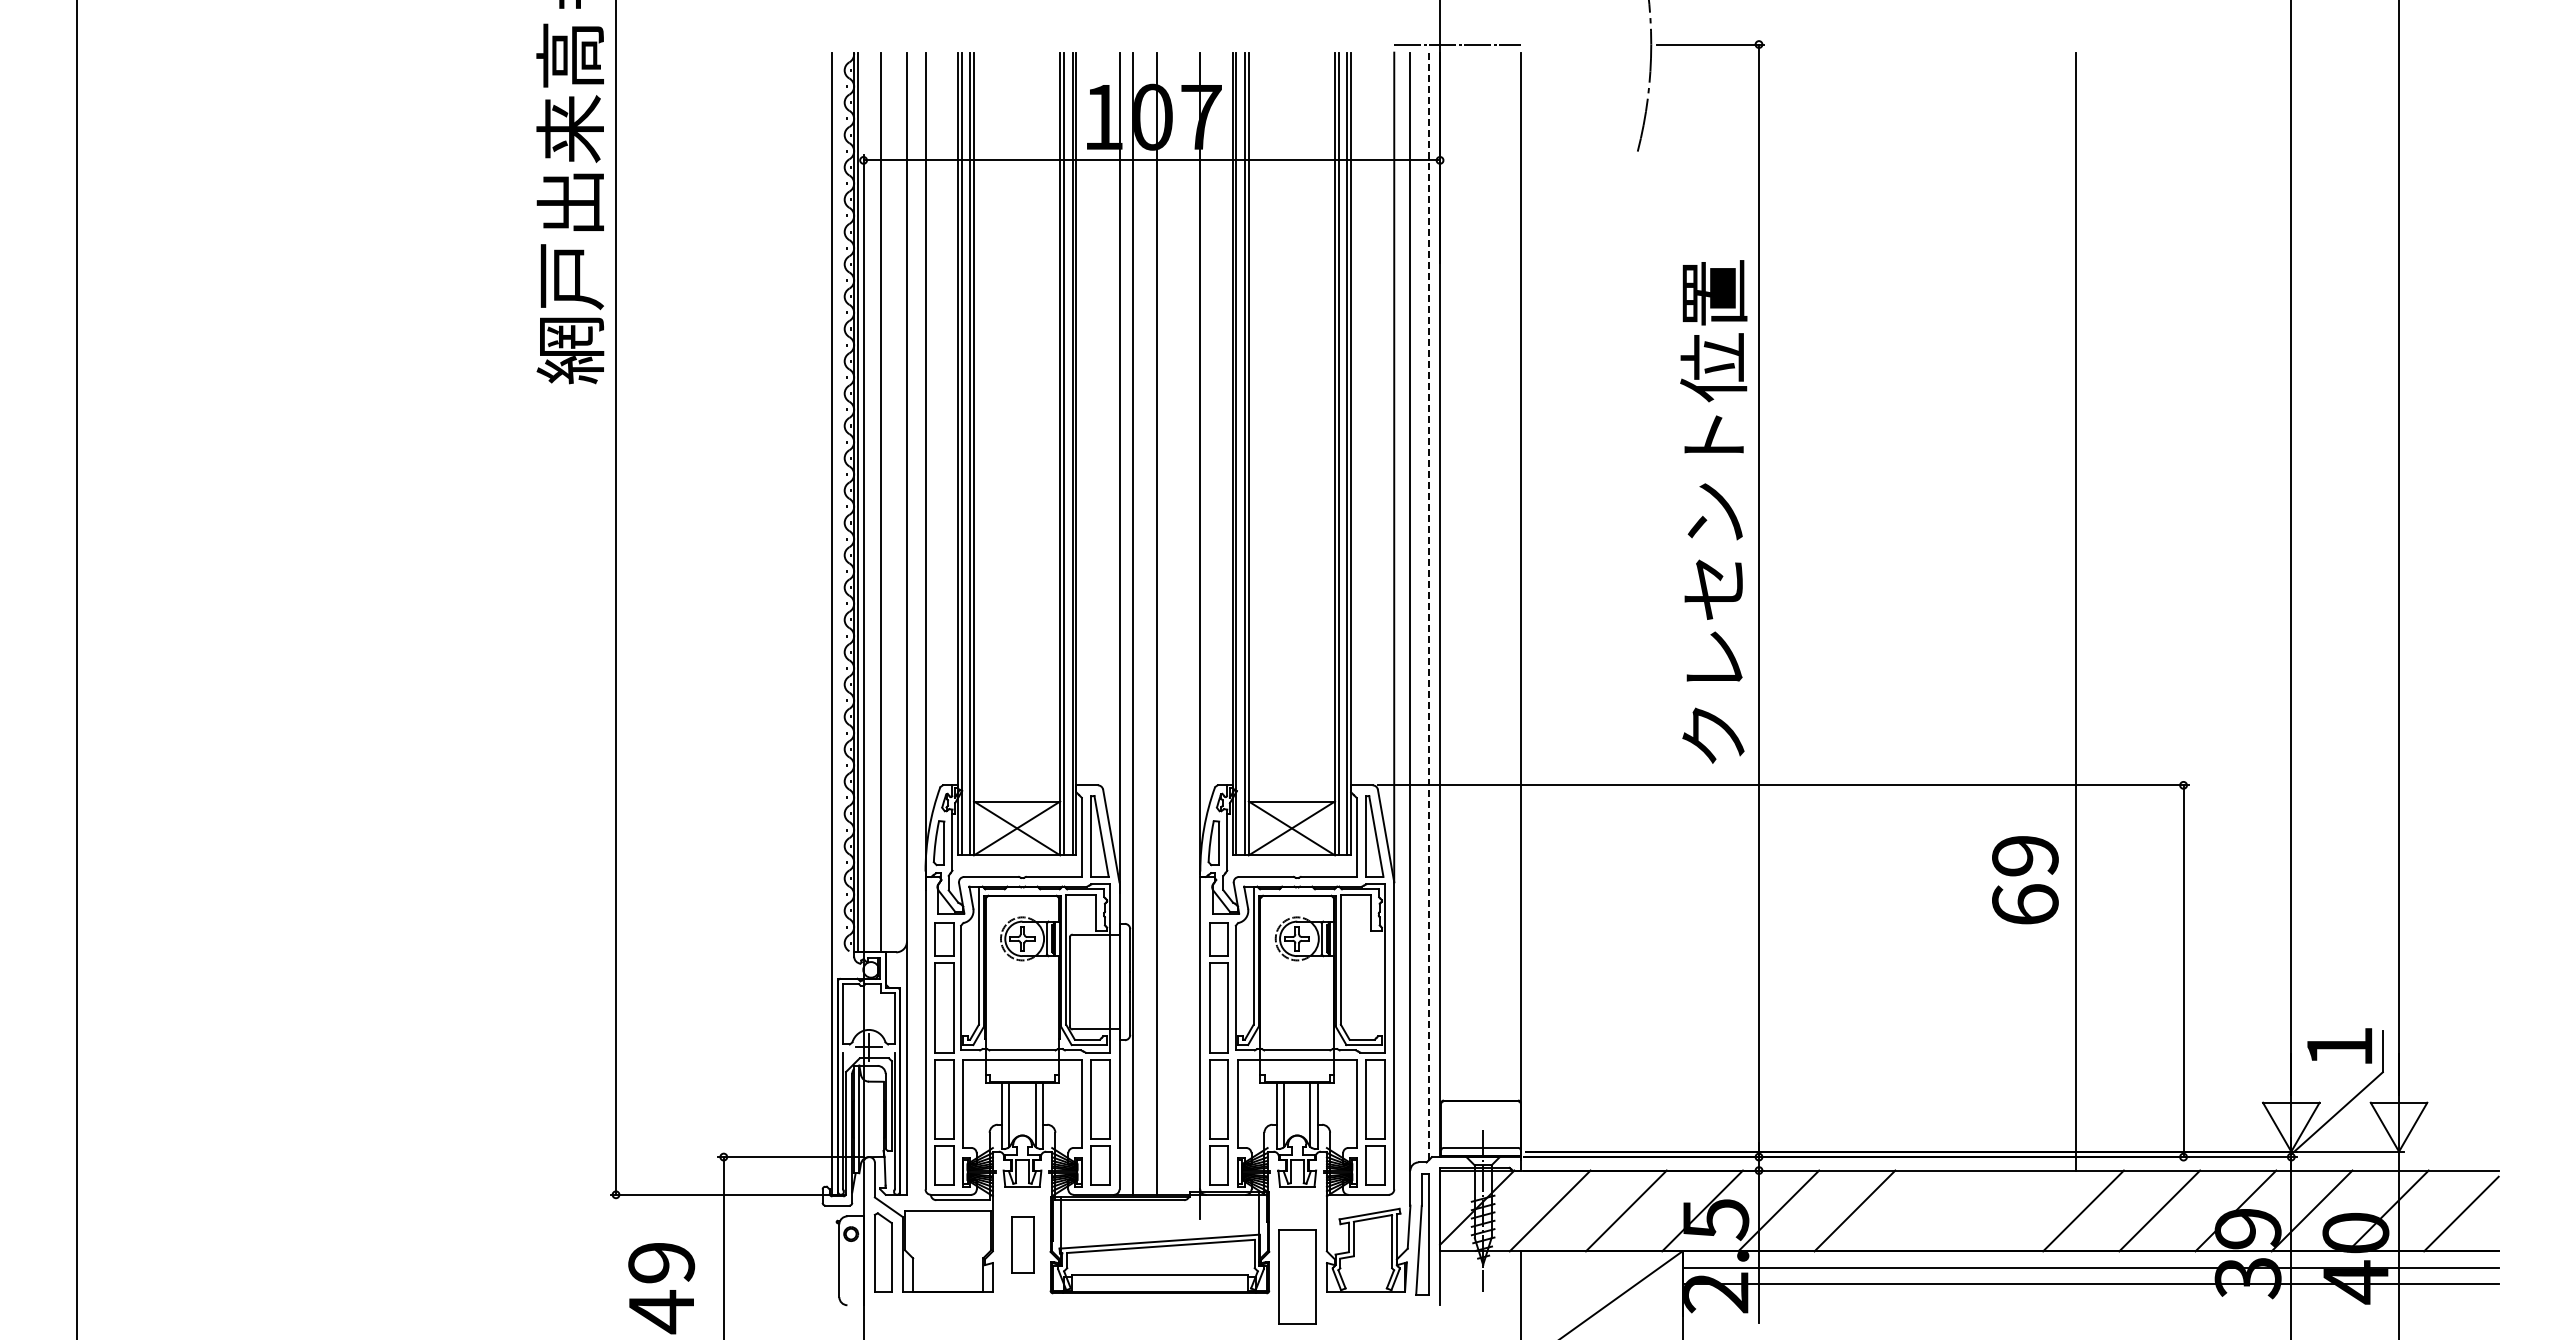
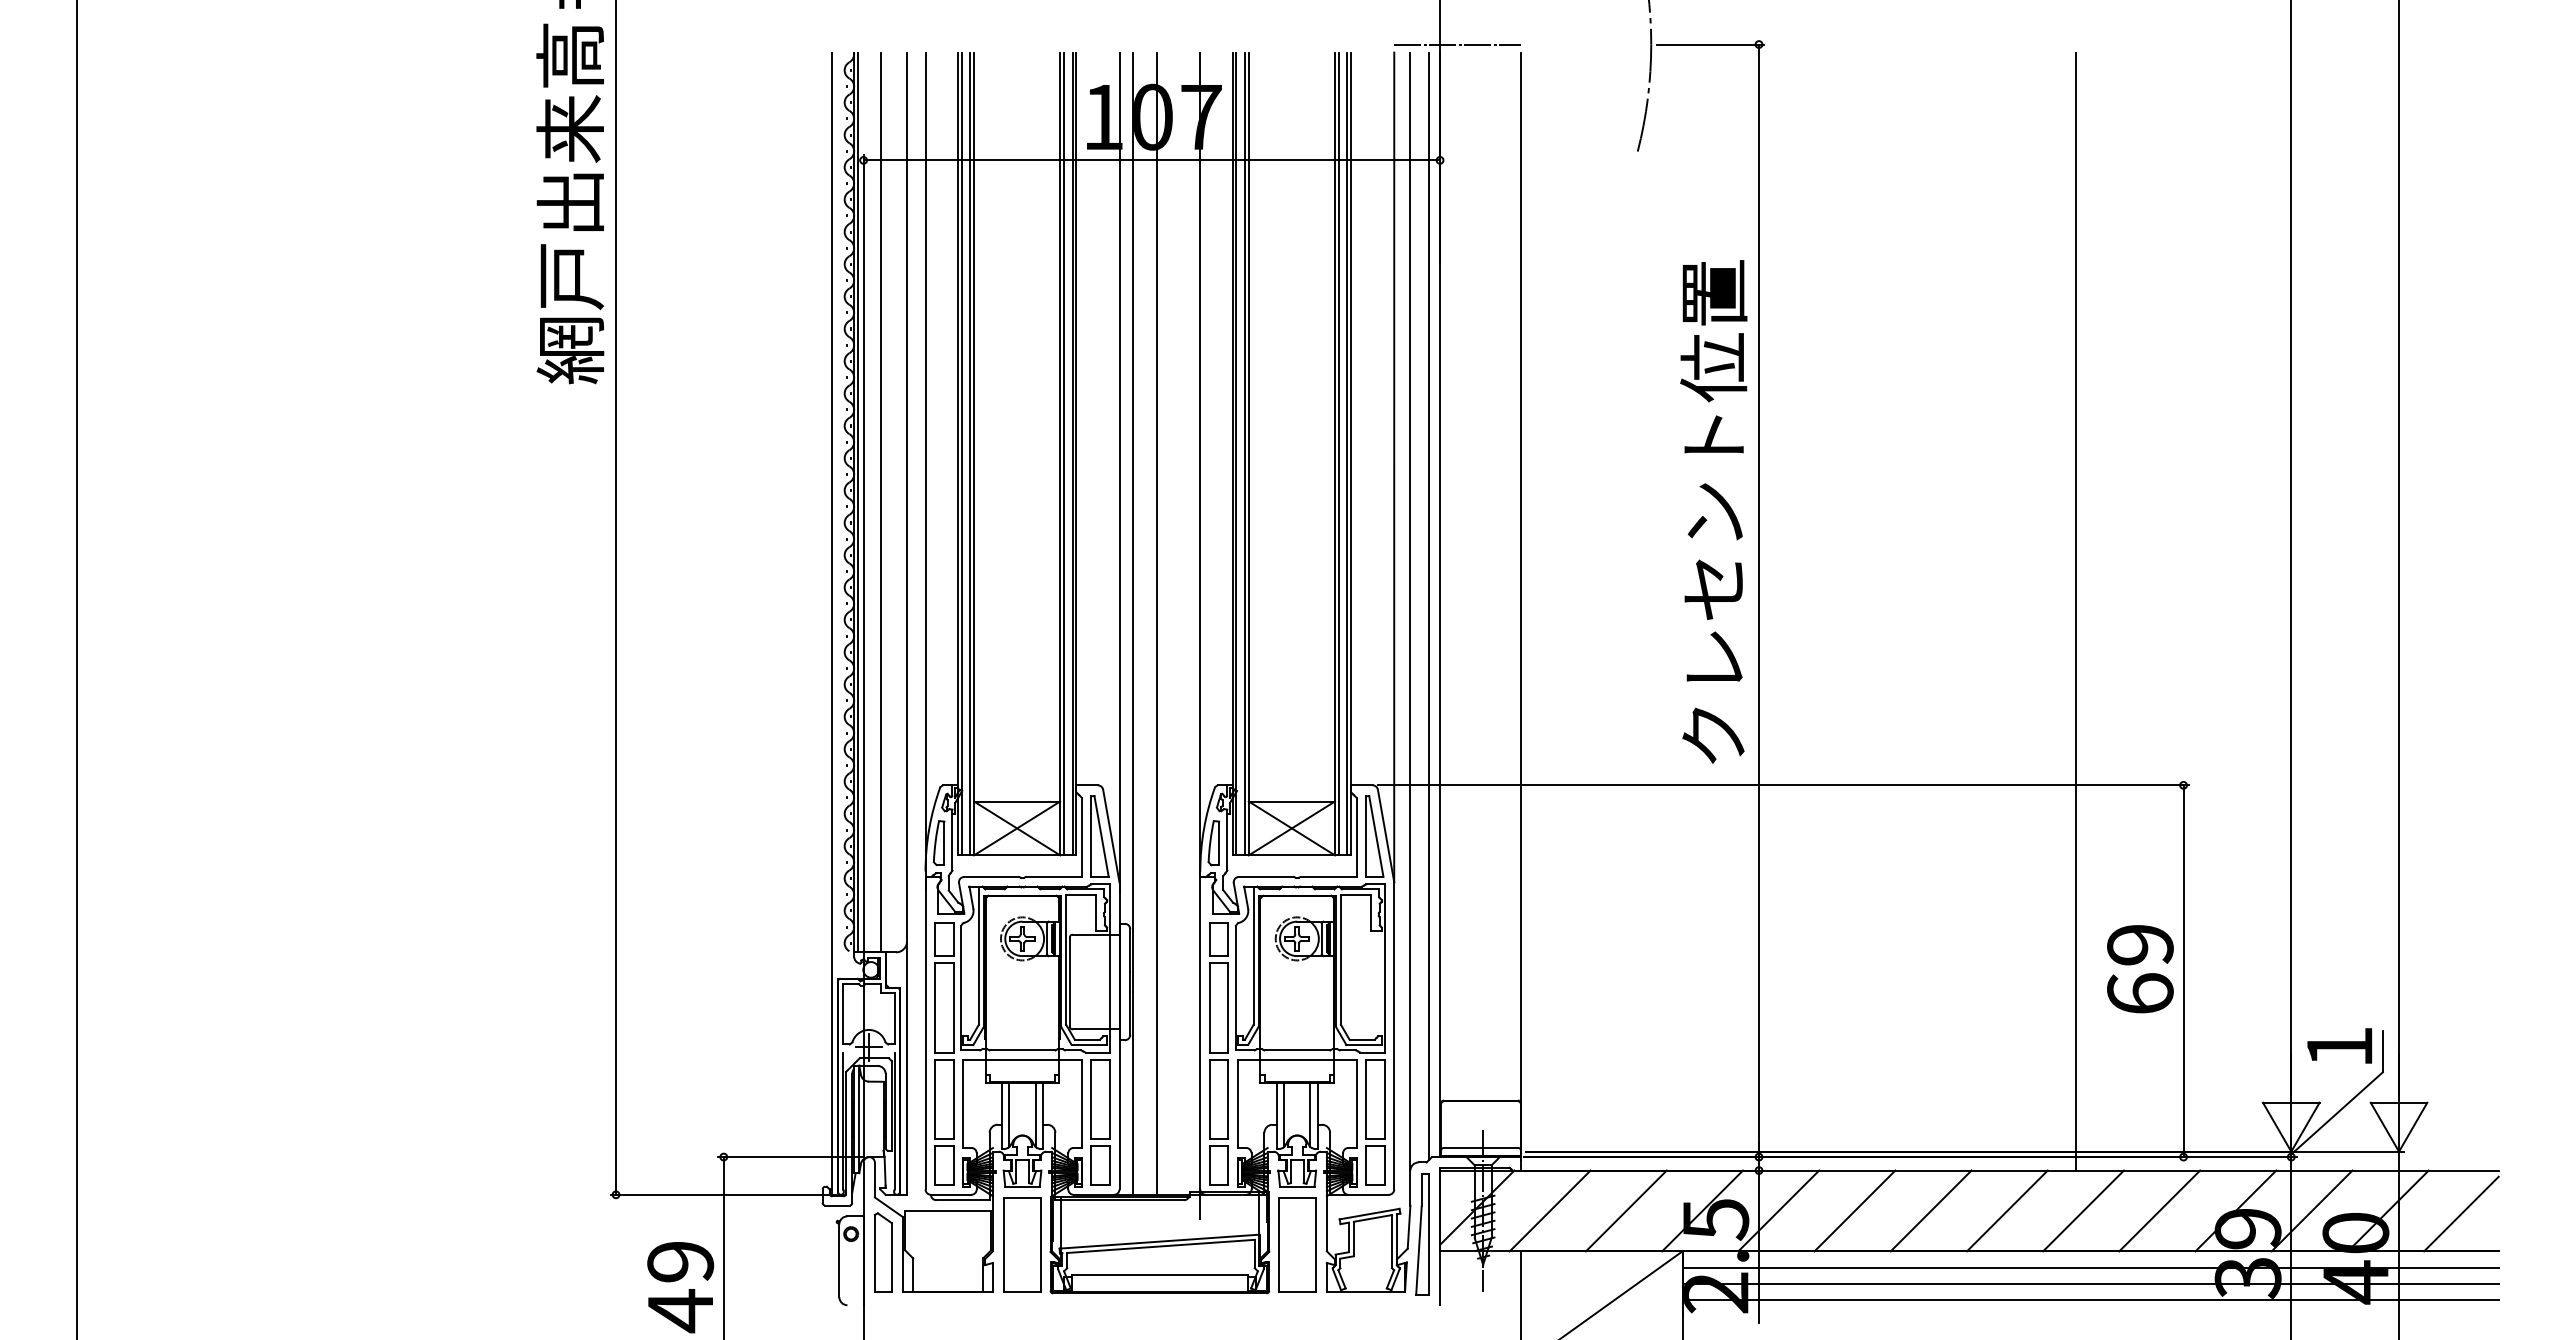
line at (1429, 606): dashed -> solid
text at (2025, 880) position: (2025, 880) -> (2140, 969)
line at (1930, 1210): none -> present
line at (2006, 1210): none -> present
part at (1022, 1244) size: 24x58 px -> 39x96 px
part at (1297, 1276) position: (1297, 1276) -> (1297, 1244)
text at (661, 1288) position: (661, 1288) -> (680, 1287)
line at (2090, 1299): none -> present
